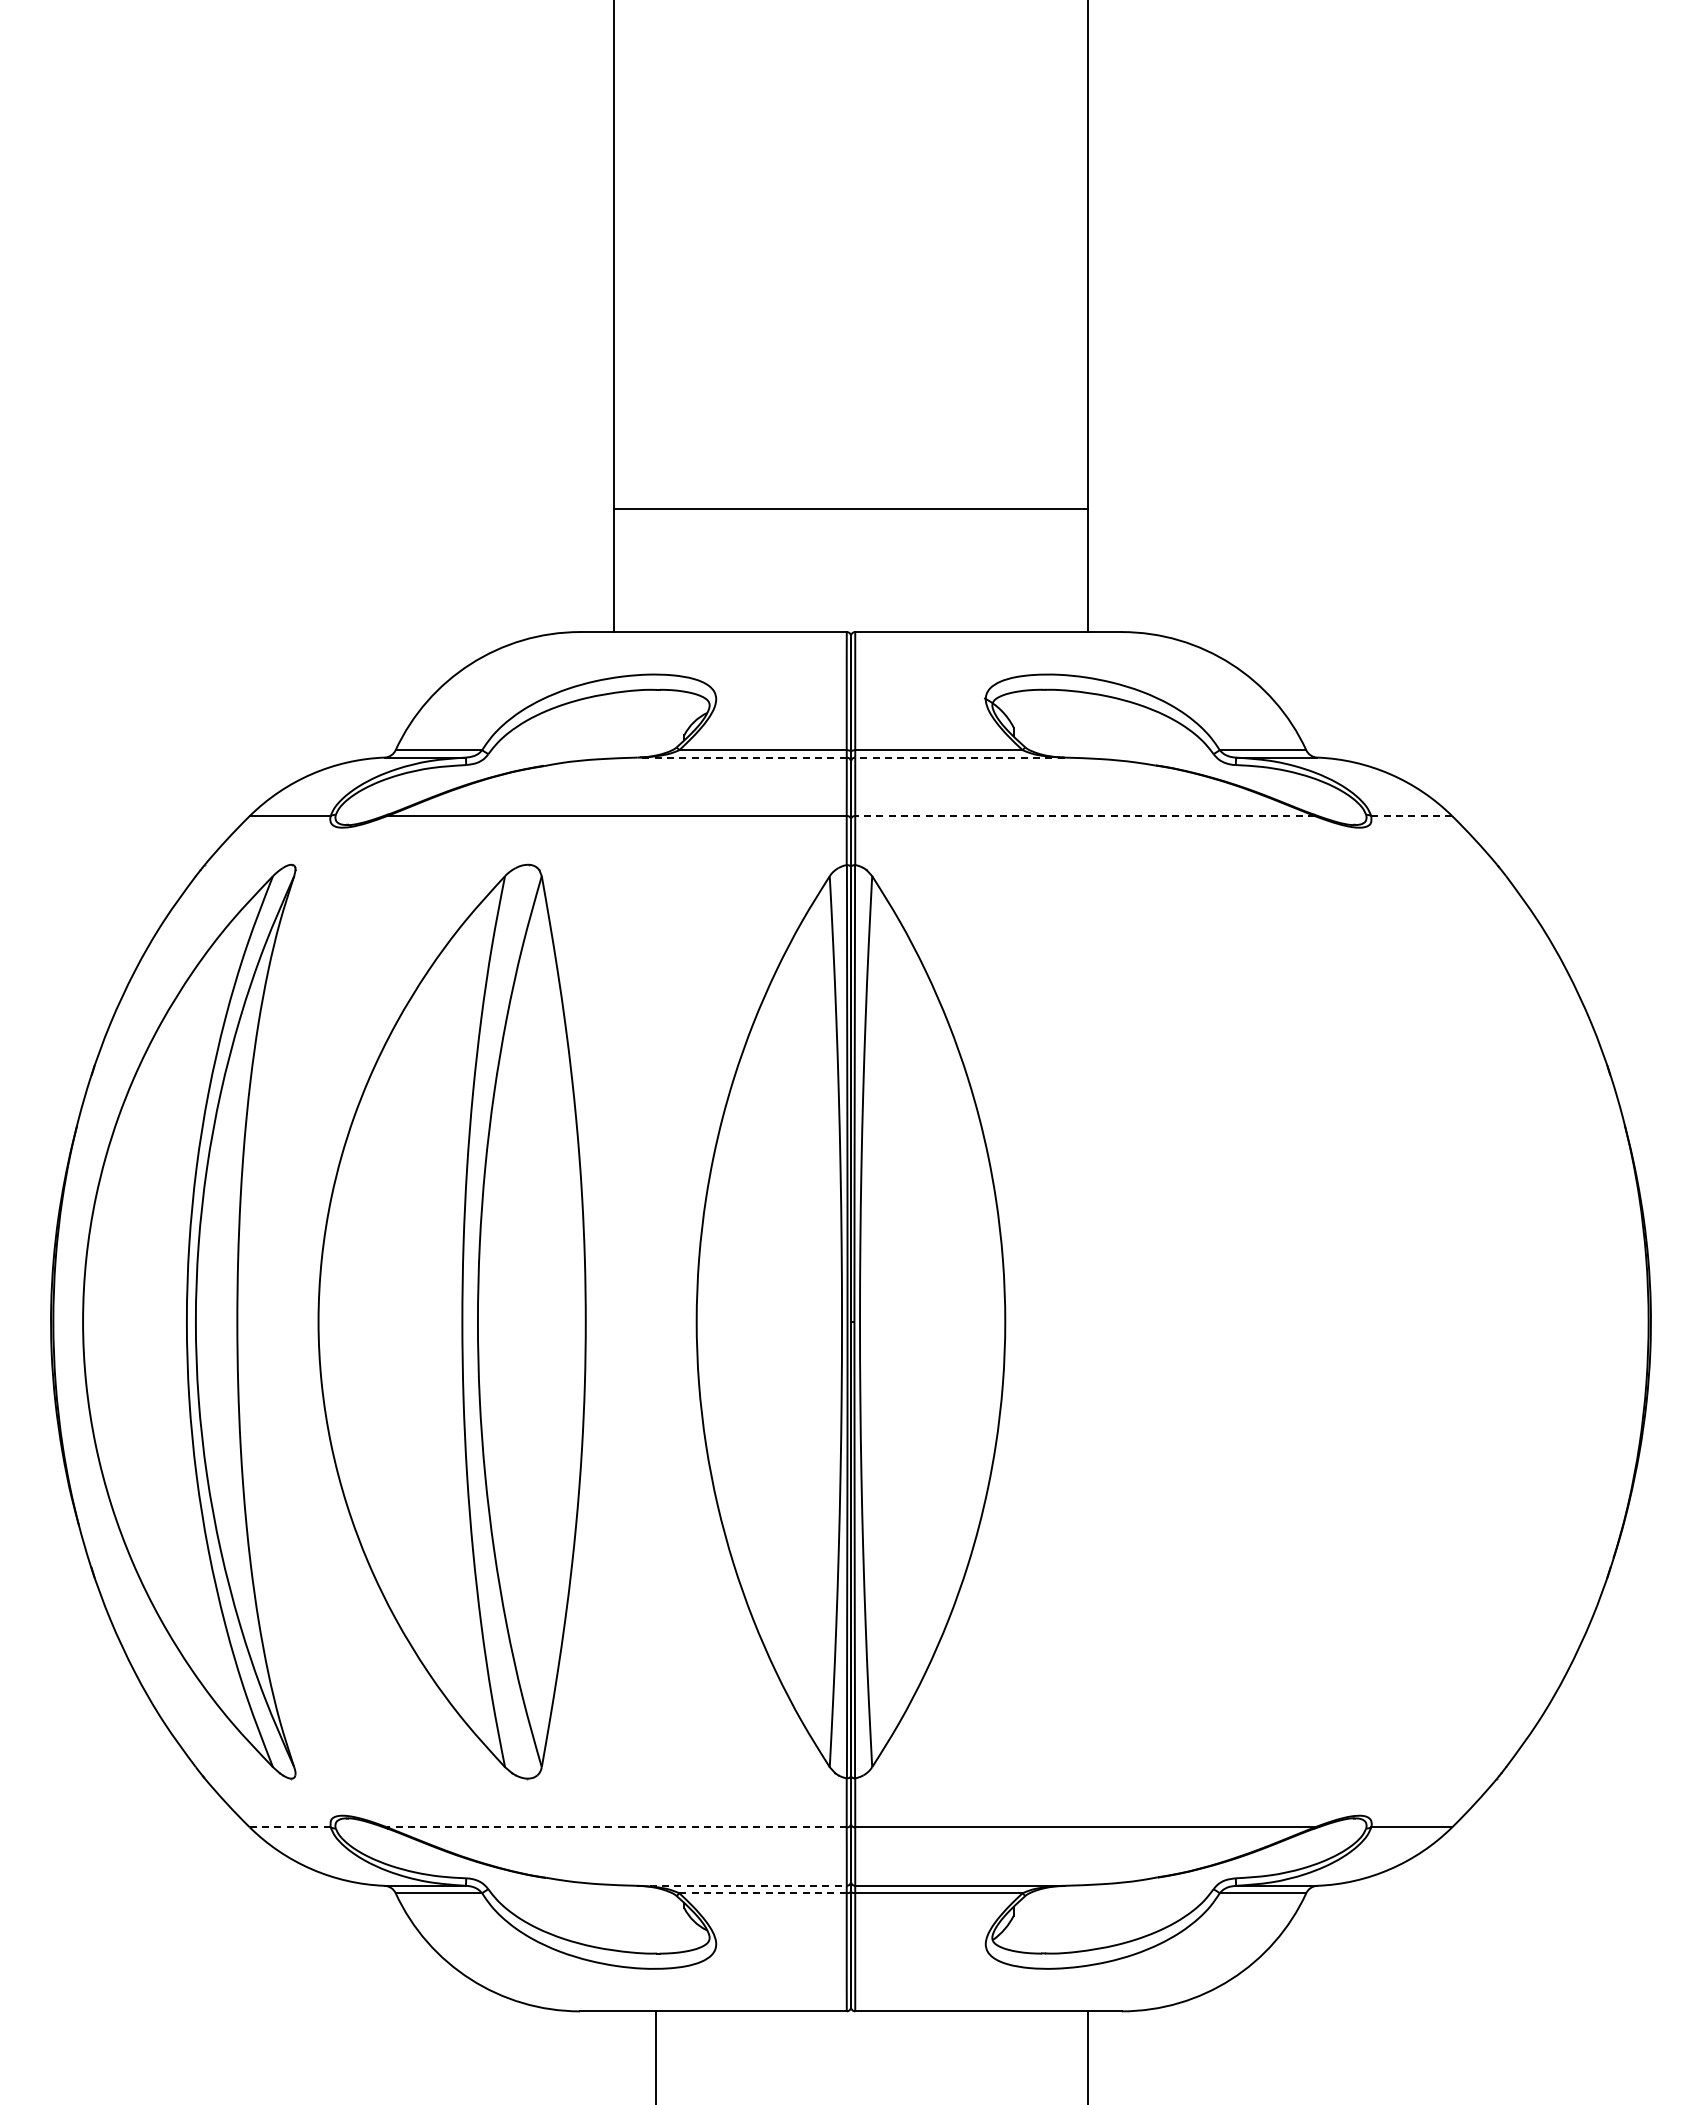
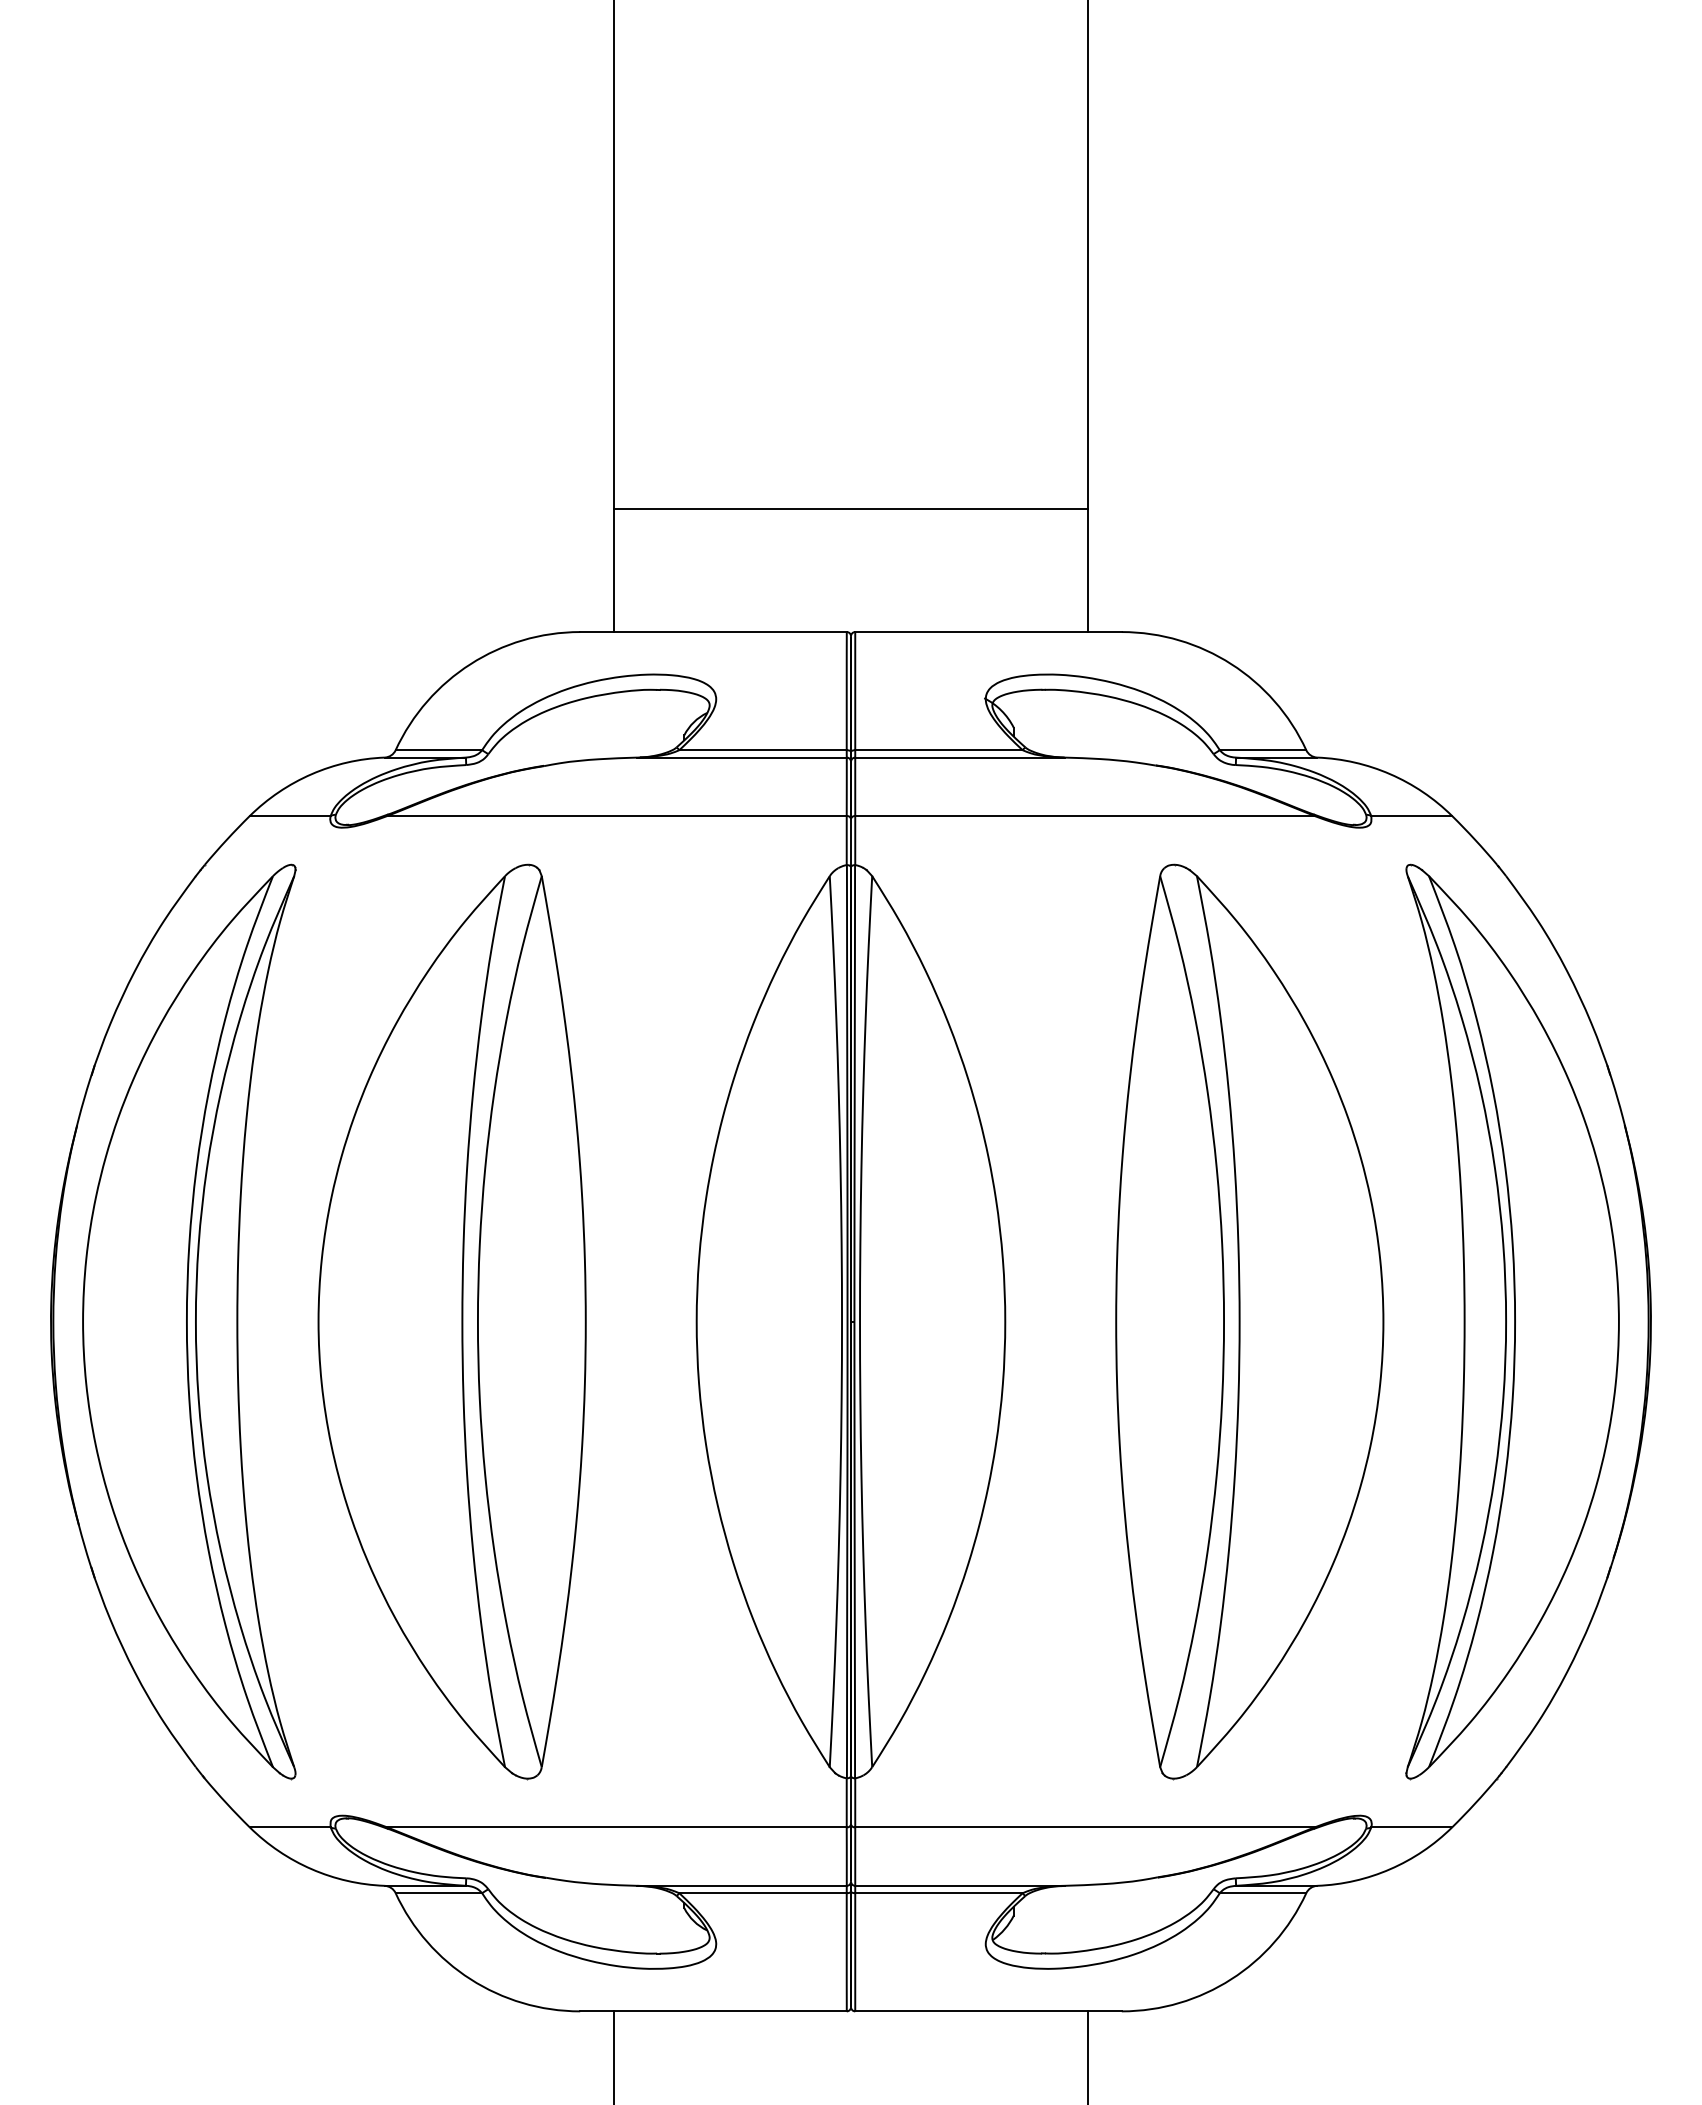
line at (742, 757): dashed -> solid
line at (959, 757): dashed -> solid
line at (1085, 816): dashed -> solid
line at (1411, 816): dashed -> solid
part at (1249, 1321): none -> present
part at (1512, 1321): none -> present
line at (289, 1827): dashed -> solid
line at (616, 1827): dashed -> solid
line at (742, 1885): dashed -> solid
line at (763, 1893): dashed -> solid
line at (656, 2056) position: (656, 2056) -> (614, 2056)
